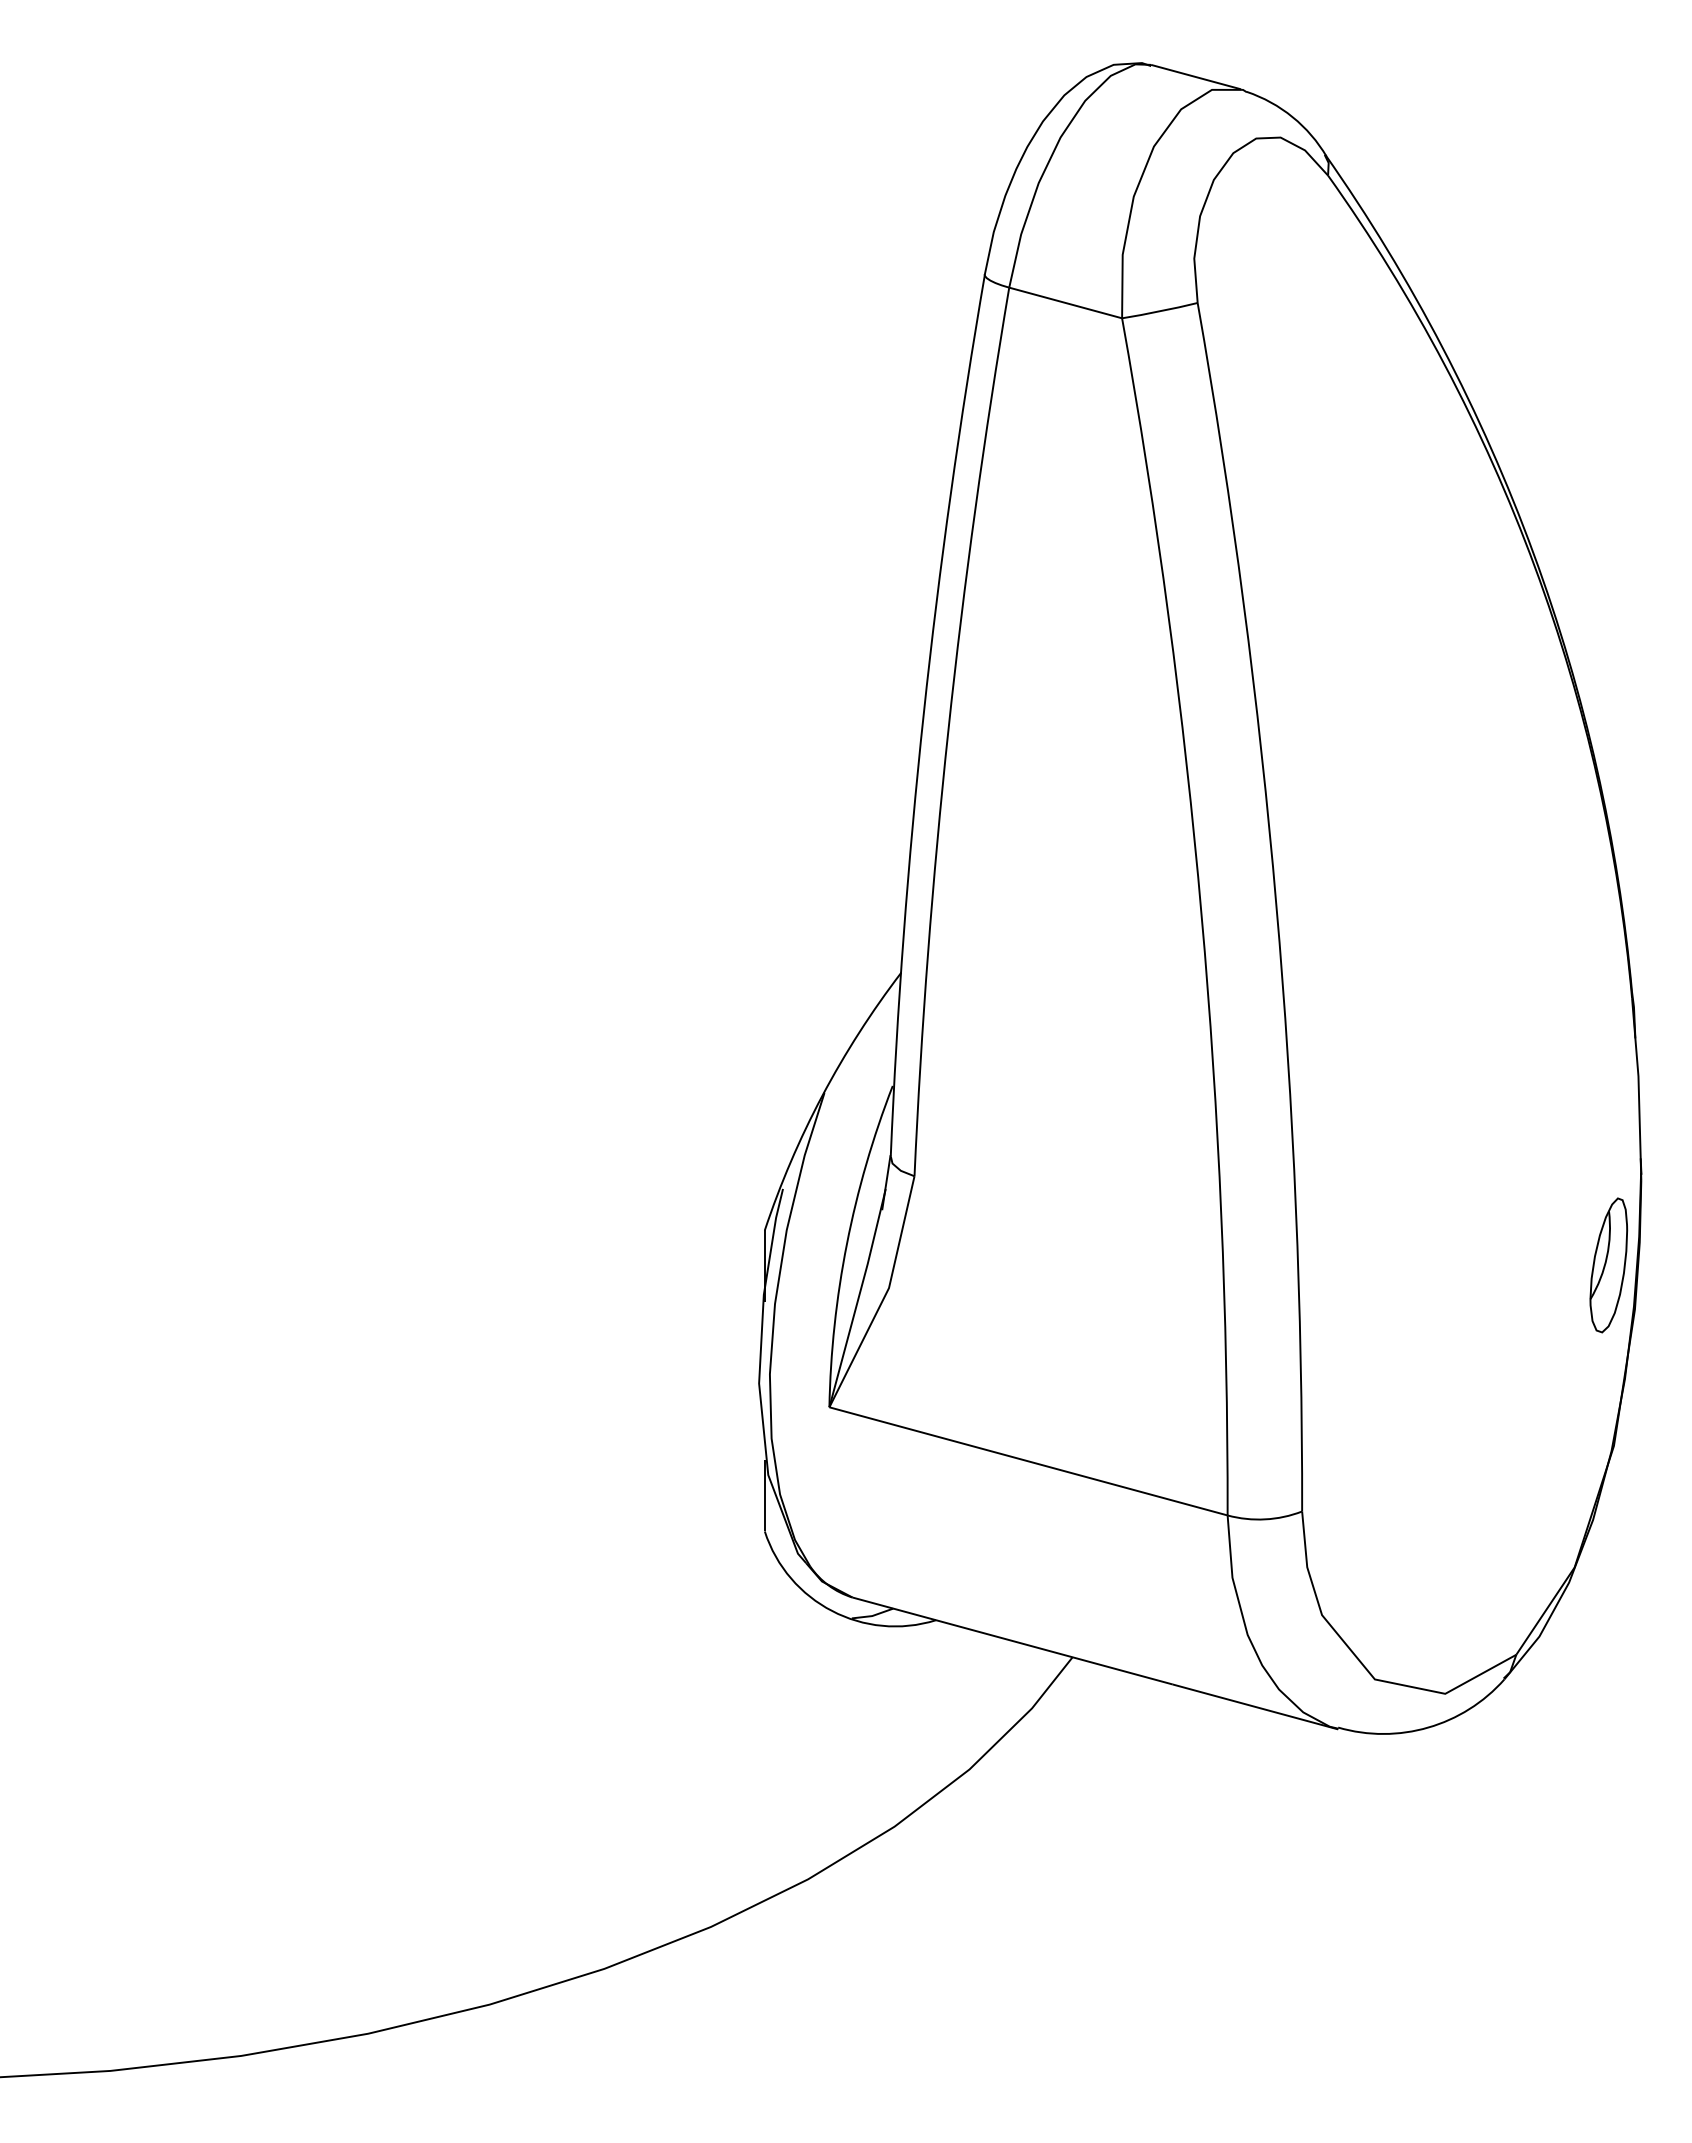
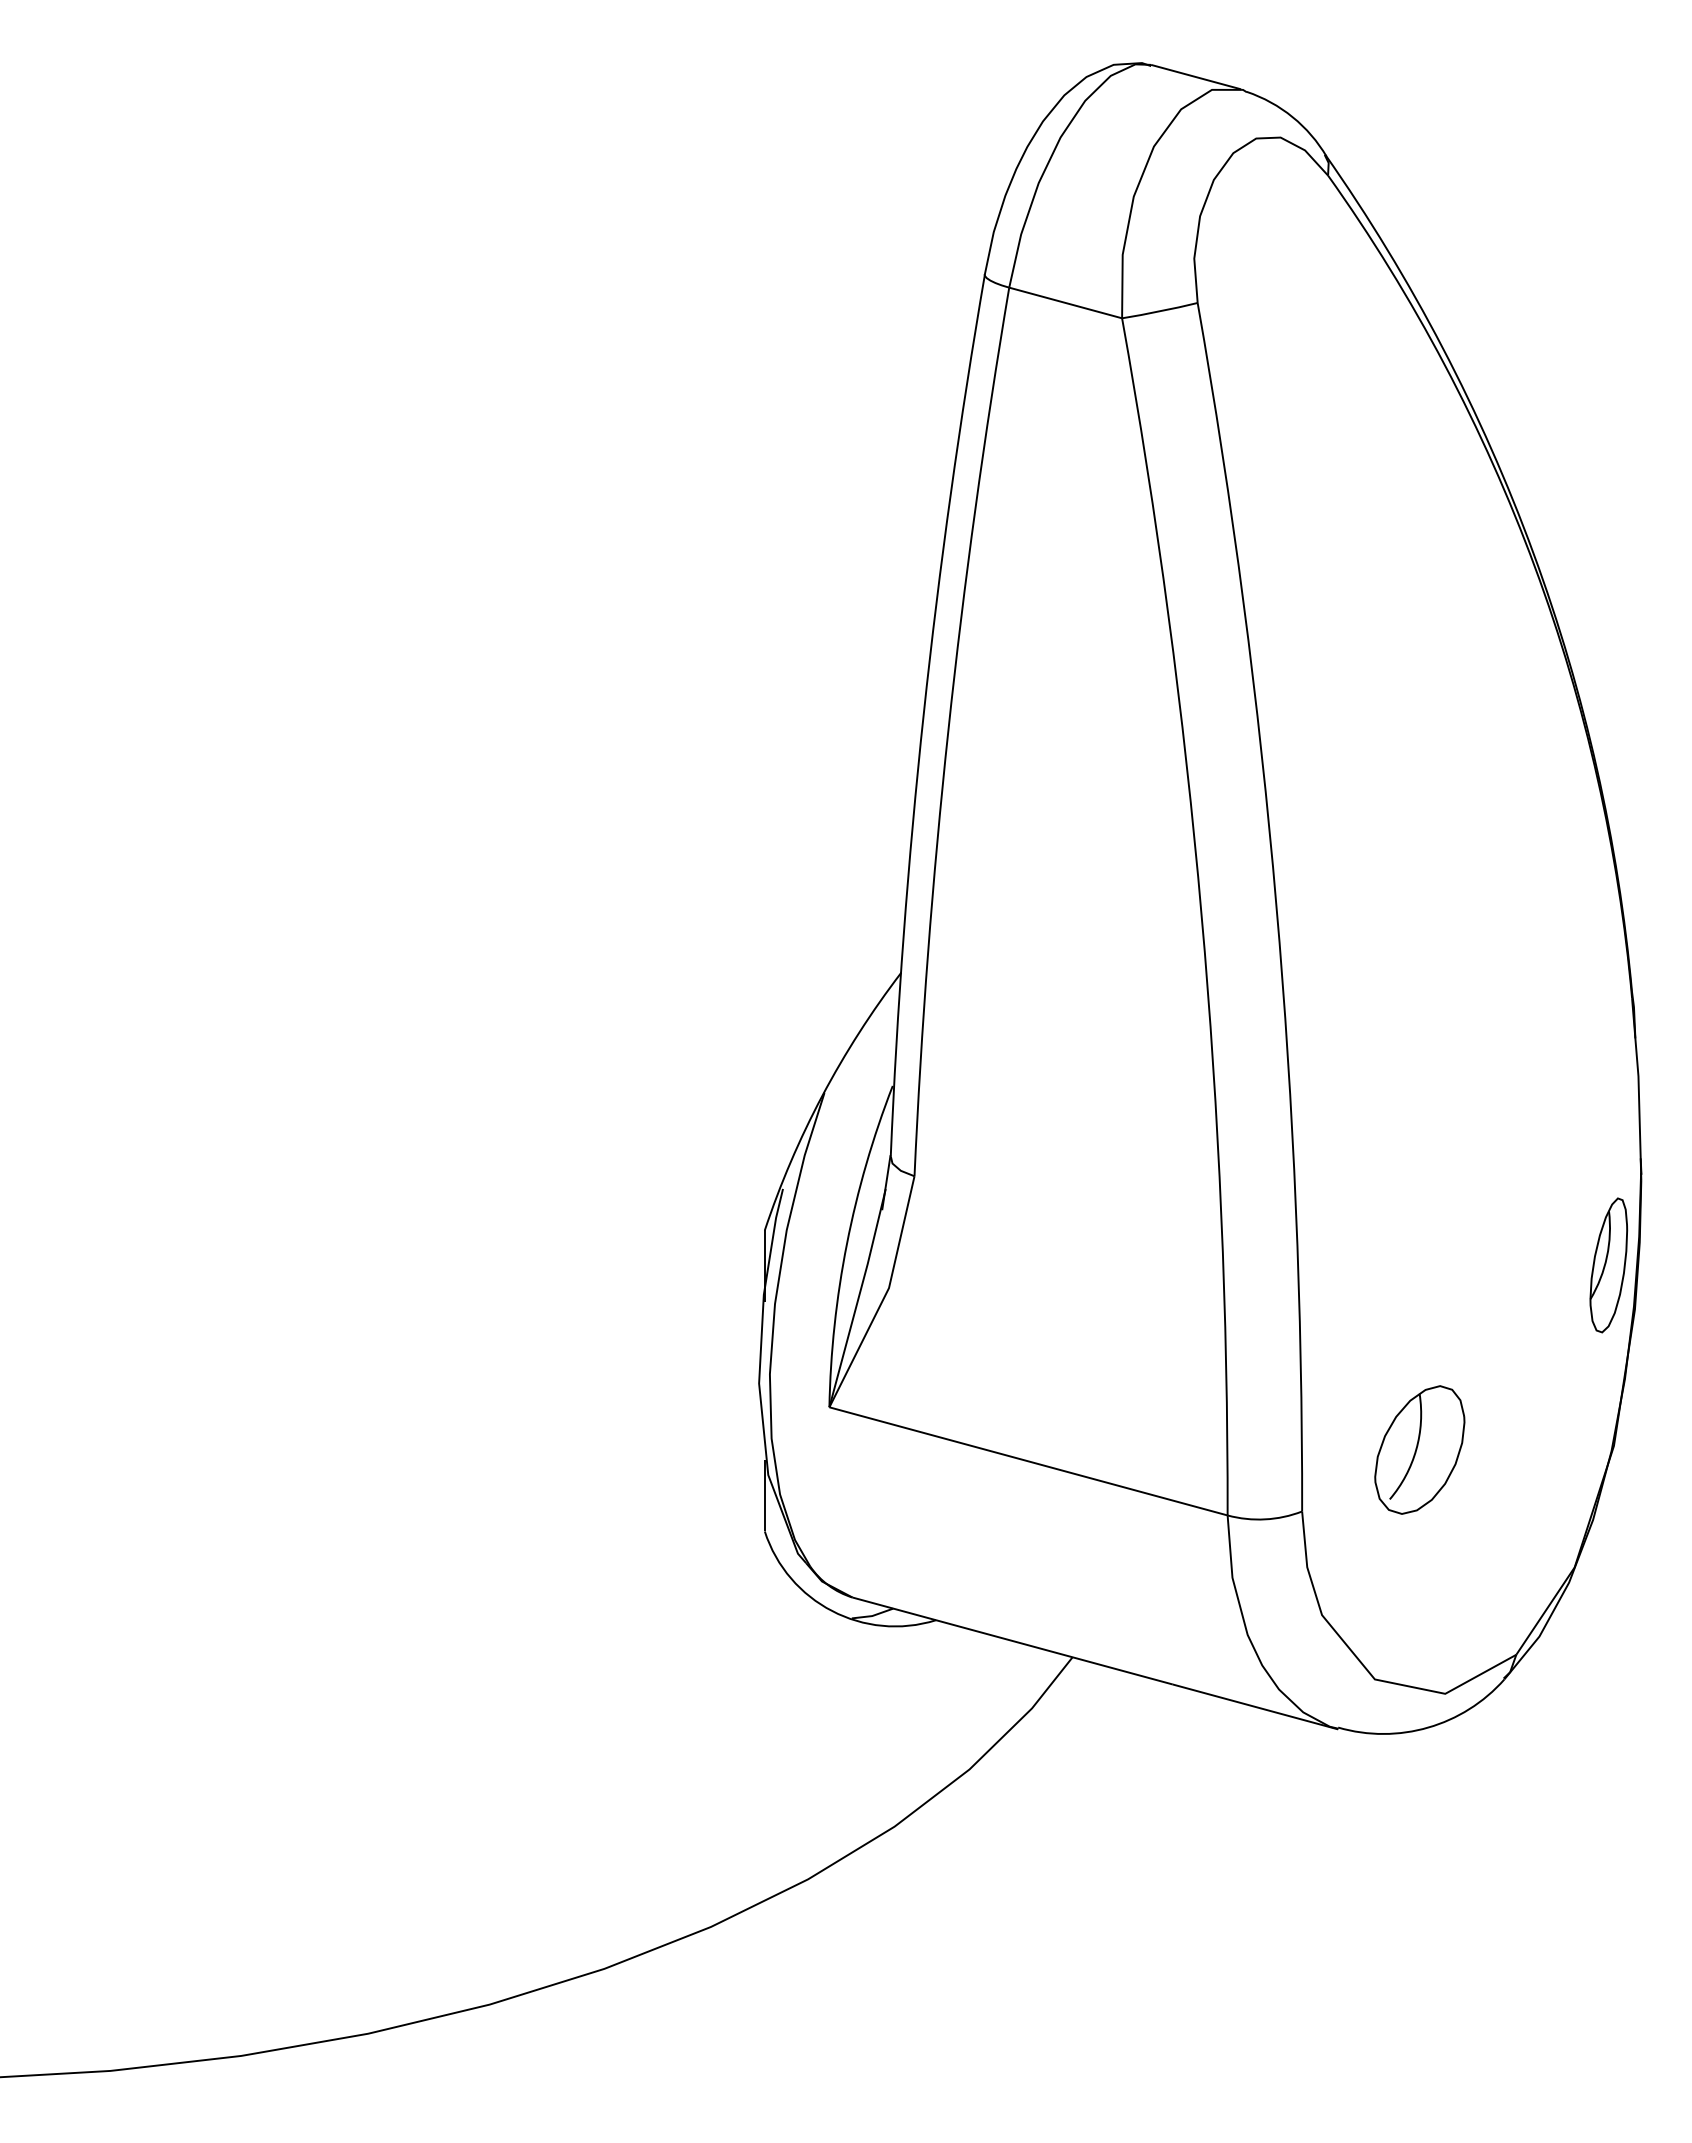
part at (1419, 1449): none -> present
